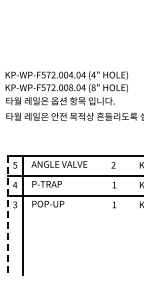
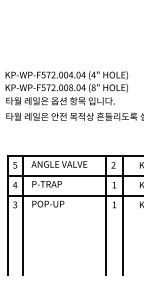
line at (106, 215): none -> present
line at (122, 215): none -> present
line at (7, 216): dashed -> solid
